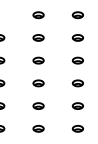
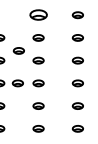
part at (38, 15) size: 13x9 px -> 19x12 px
part at (18, 50): none -> present
part at (17, 83): none -> present
